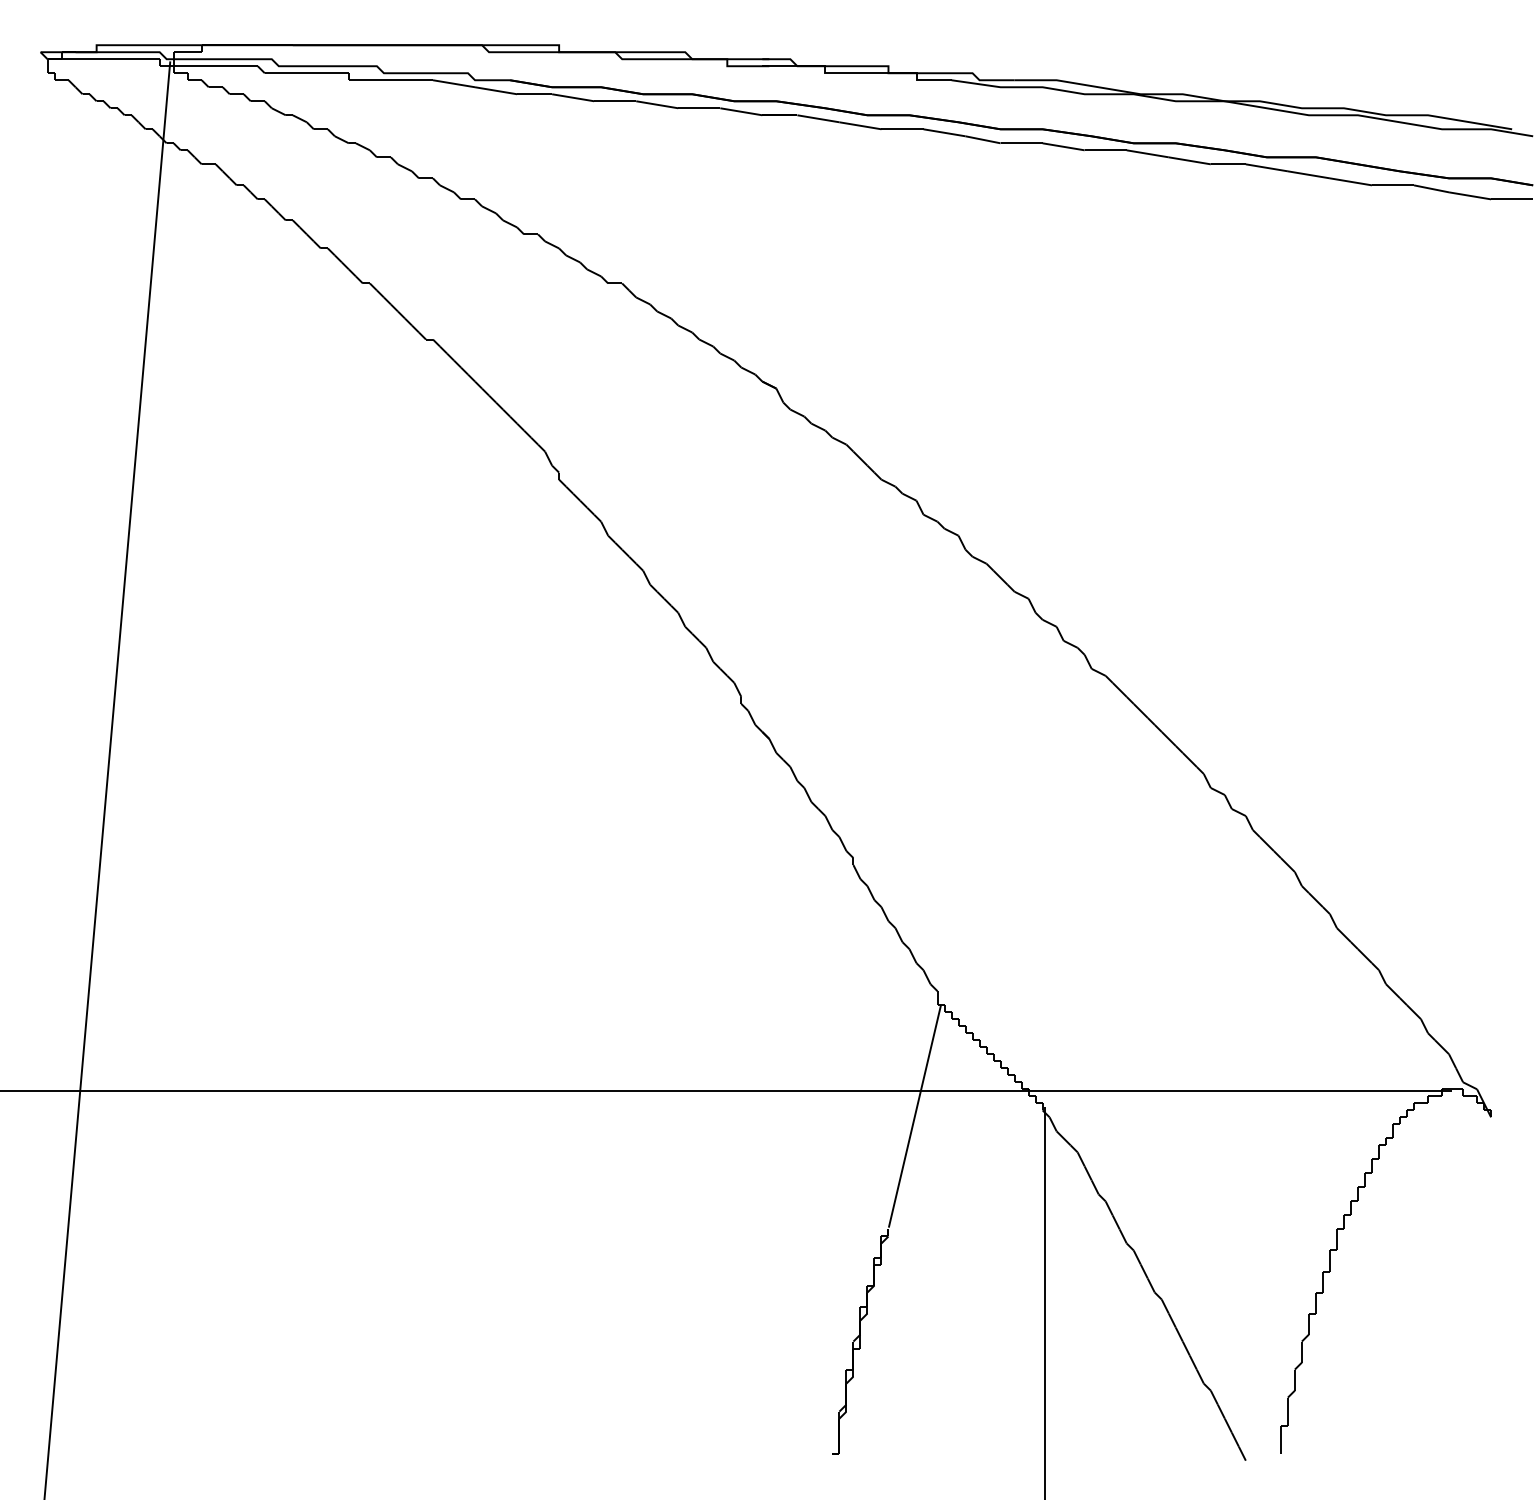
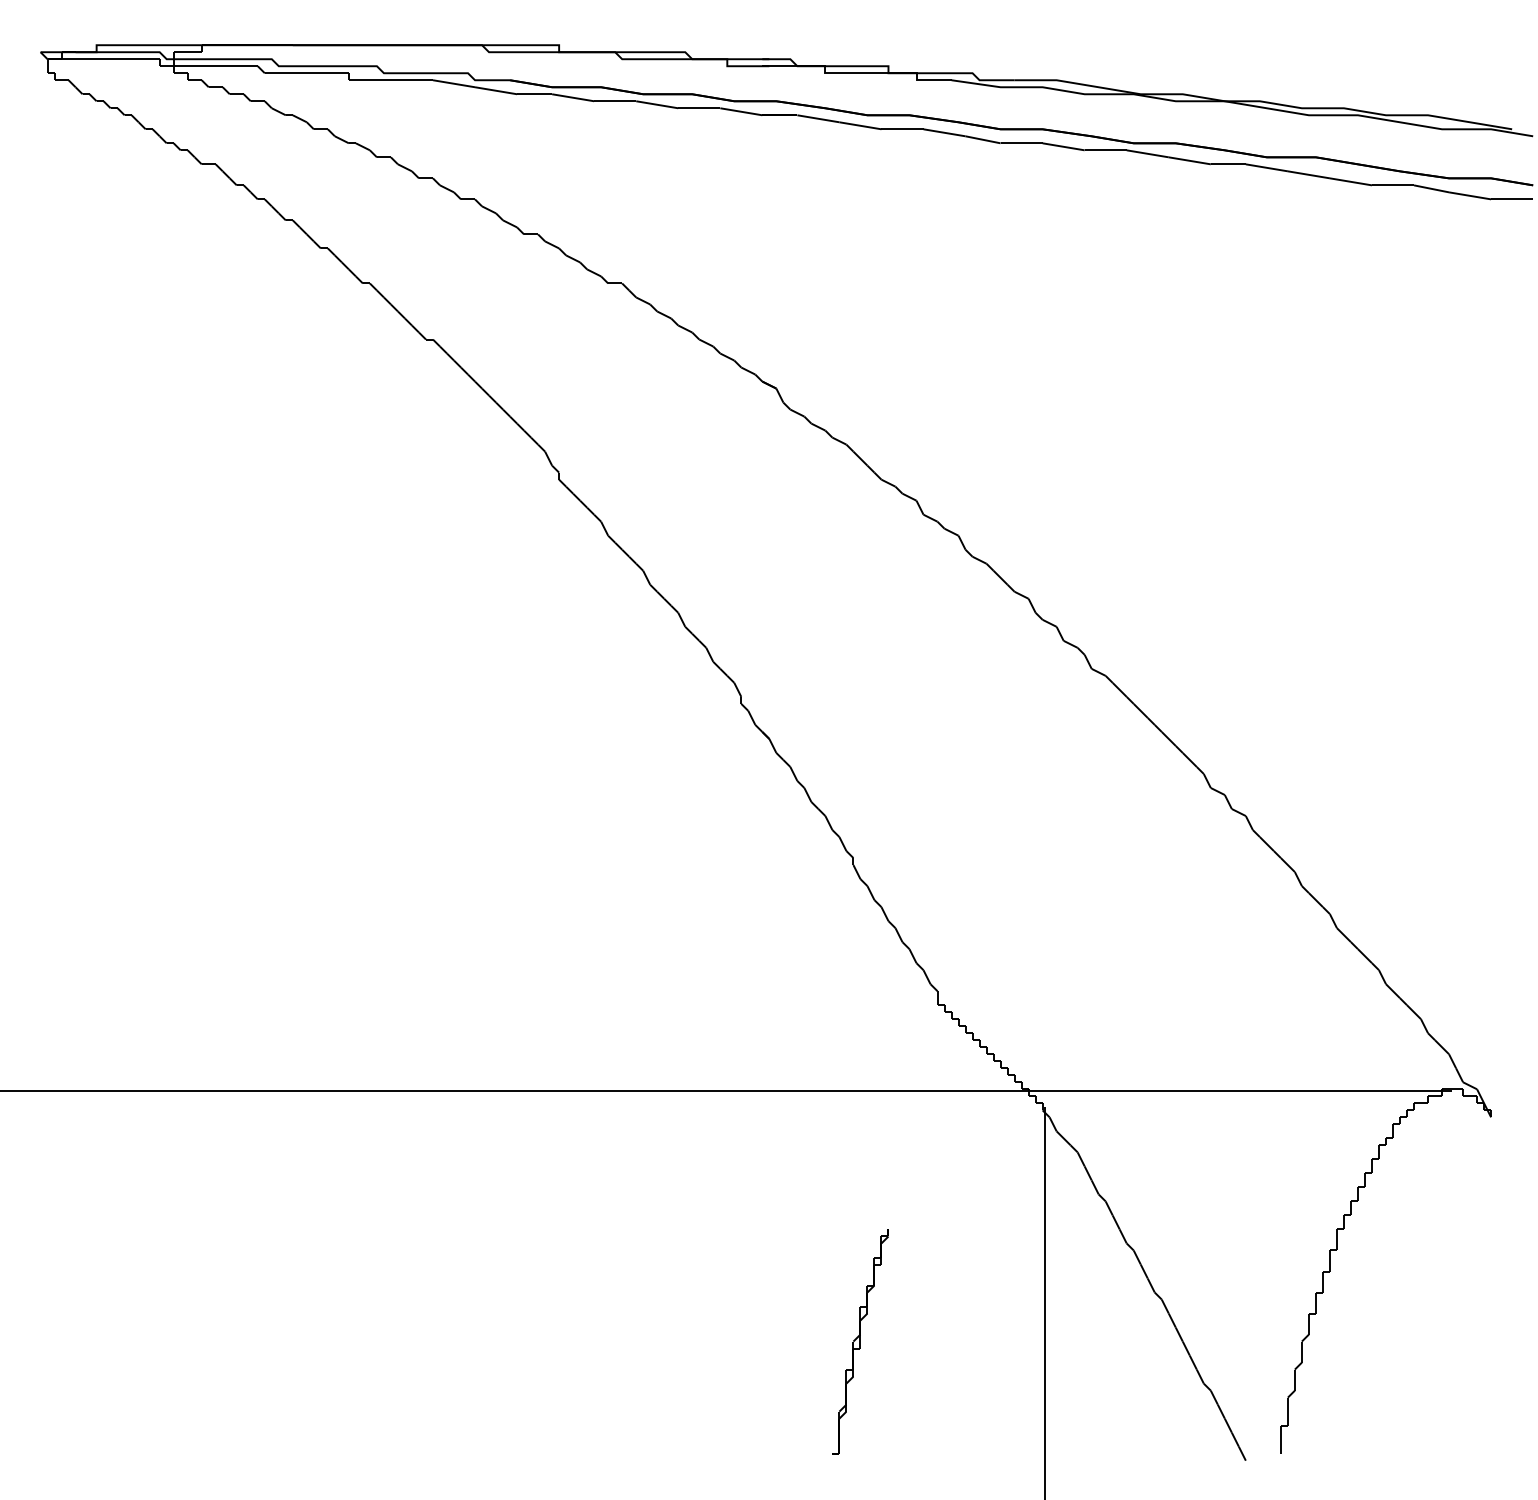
line at (107, 778): present -> none
line at (914, 1116): present -> none
